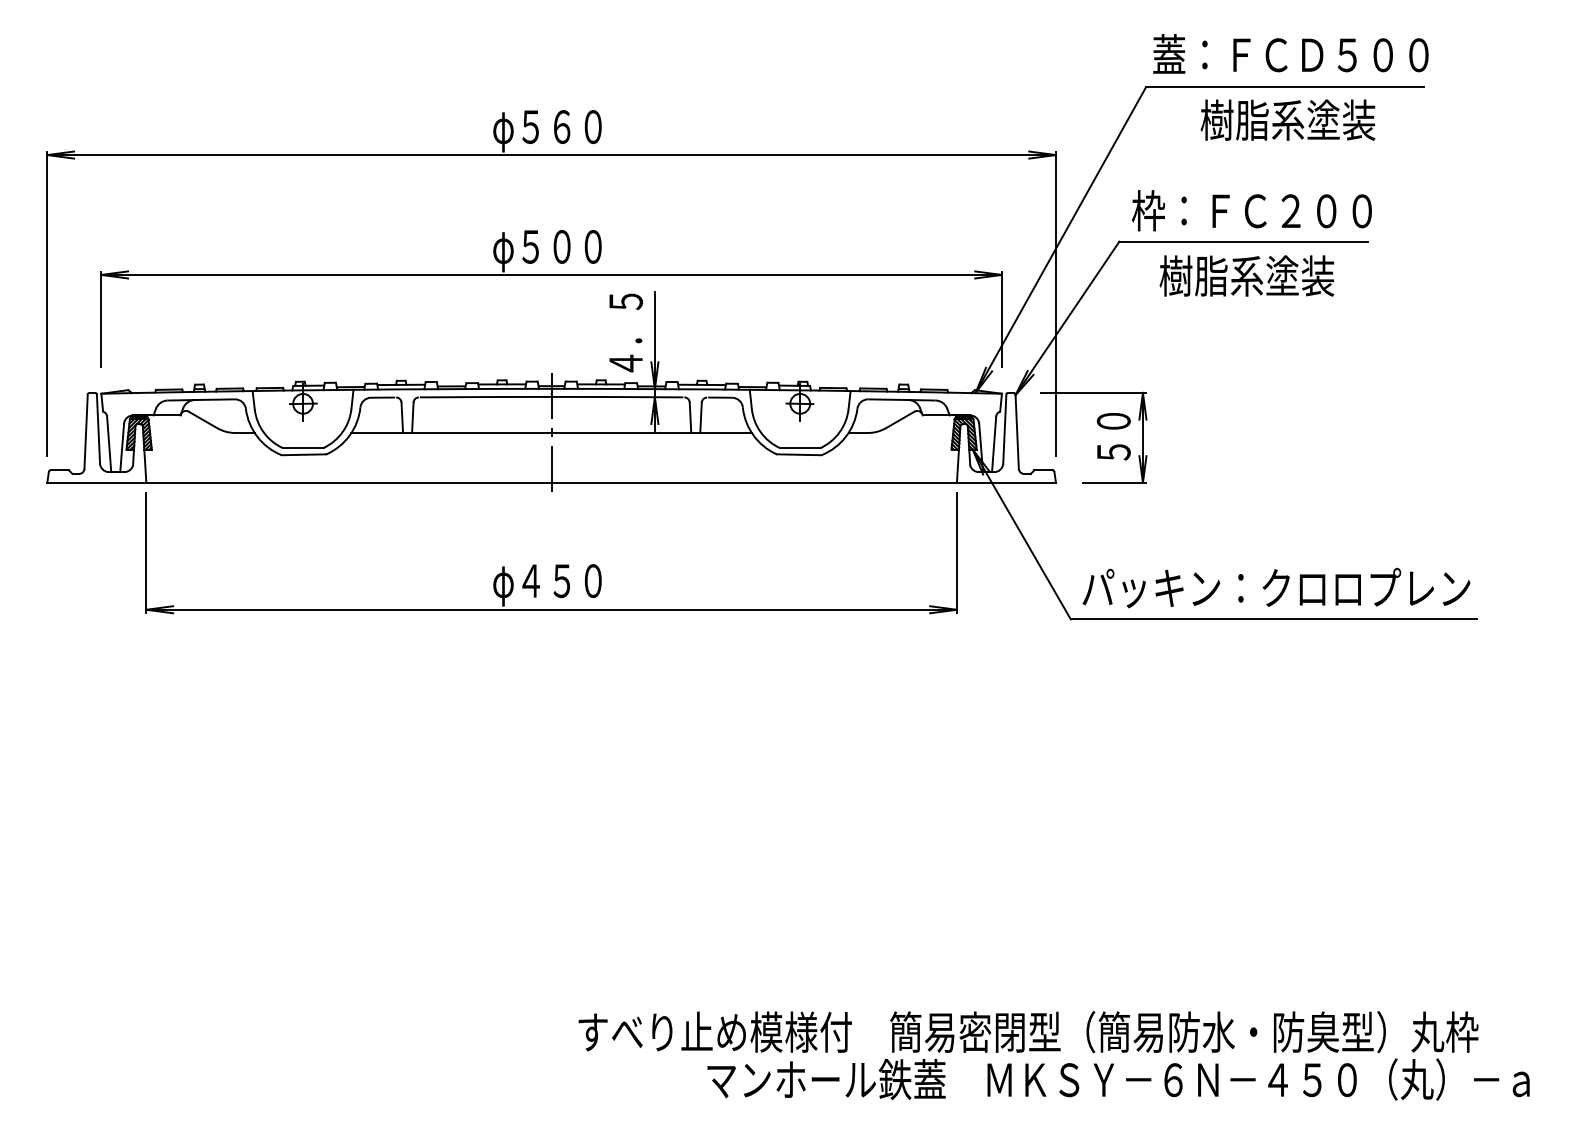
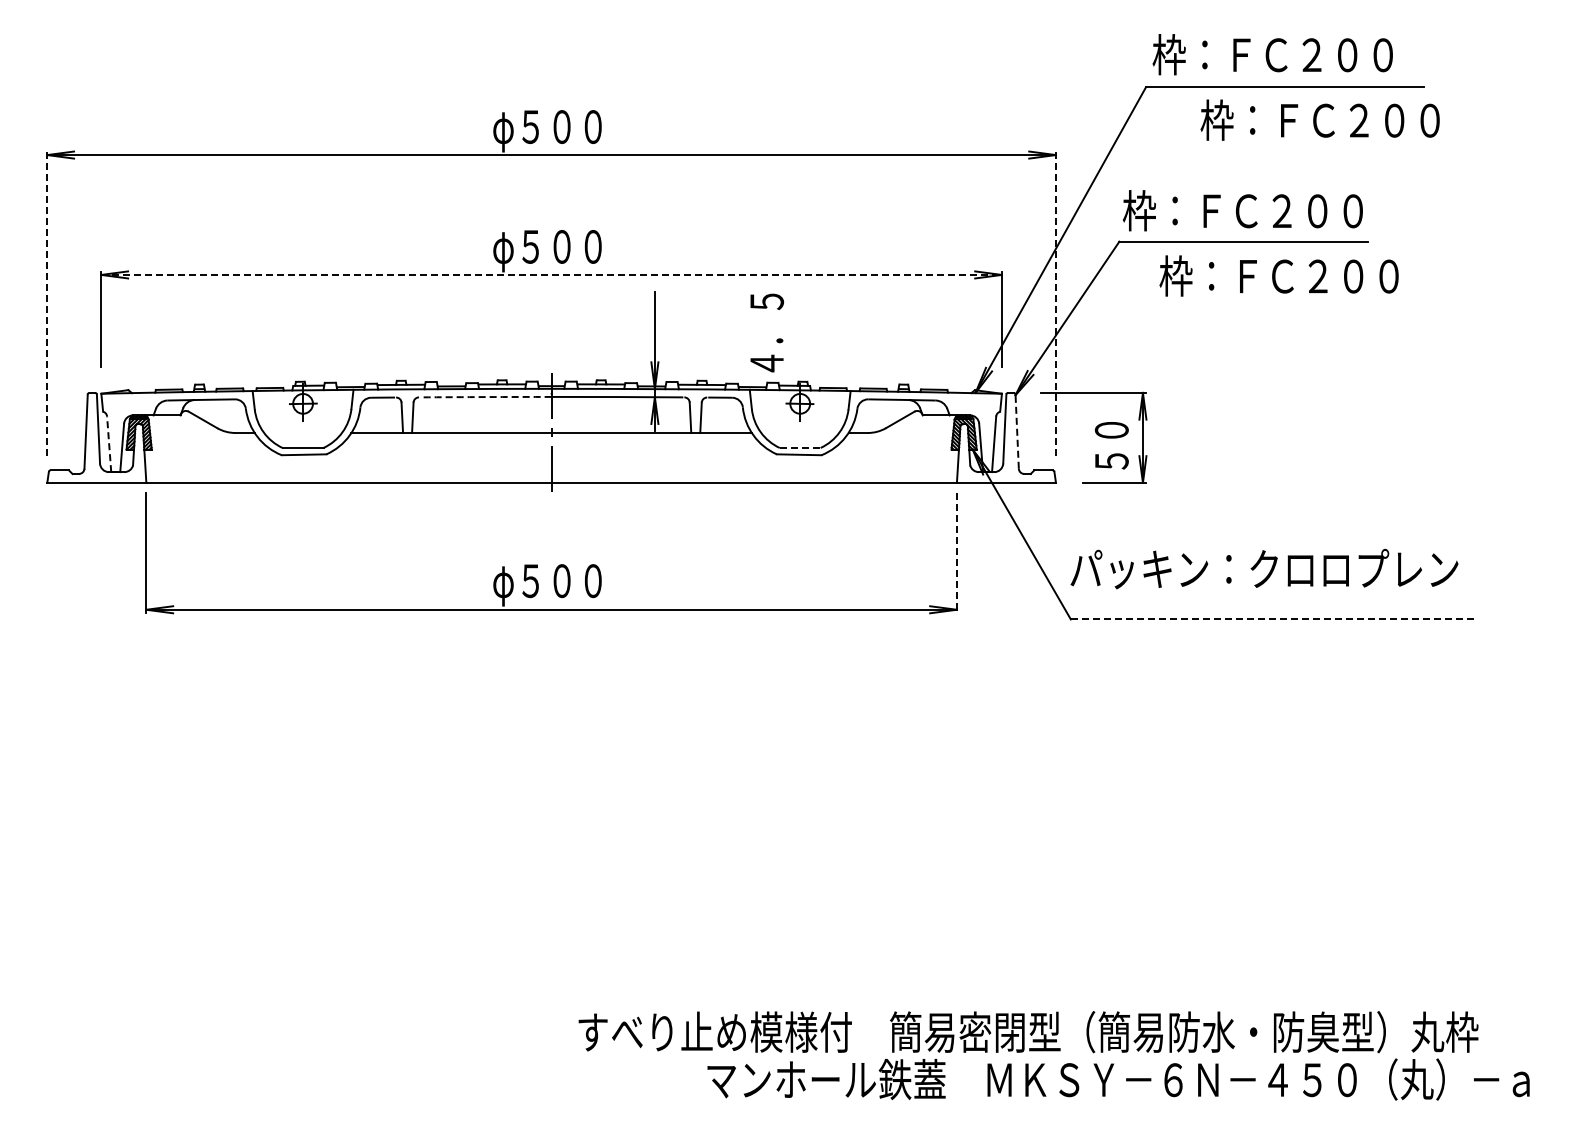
text at (1290, 54): 蓋：ＦＣＤ５００ -> 枠：ＦＣ２００
text at (1319, 119): 樹脂系塗装 -> 枠：ＦＣ２００
text at (561, 126): φ５６０ -> φ５００
text at (1251, 210) position: (1251, 210) -> (1242, 210)
line at (552, 274): solid -> dashed
text at (1278, 275): 樹脂系塗装 -> 枠：ＦＣ２００
line at (47, 303): solid -> dashed
line at (1055, 303): solid -> dashed
text at (625, 332) position: (625, 332) -> (766, 332)
arc at (485, 397): solid -> dashed
line at (1017, 431): solid -> dashed
text at (1113, 436) position: (1113, 436) -> (1111, 445)
line at (109, 444): solid -> dashed
line at (800, 447): solid -> dashed
line at (956, 553): solid -> dashed
text at (546, 581): φ４５０ -> φ５００
text at (1276, 587) position: (1276, 587) -> (1264, 568)
line at (1274, 619): solid -> dashed
